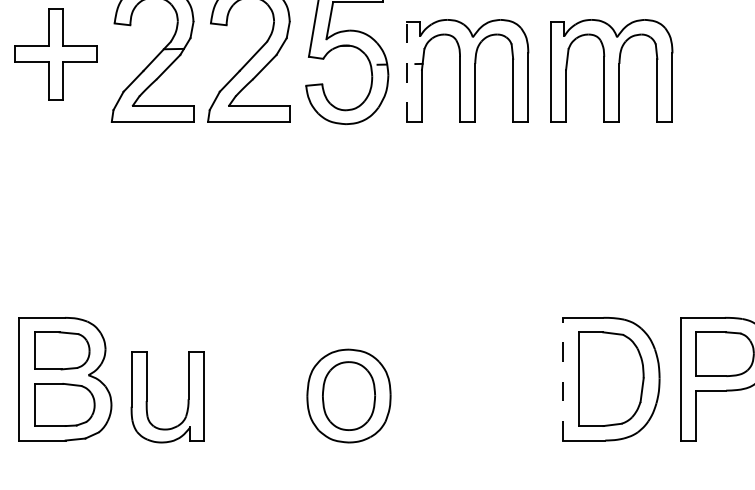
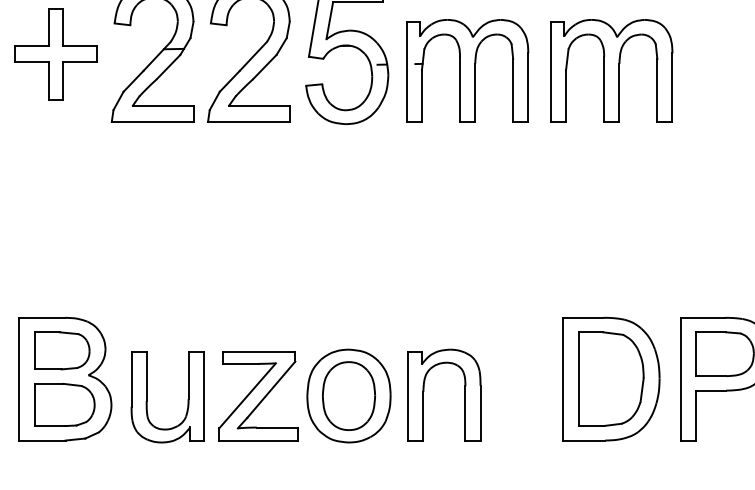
line at (406, 72): dashed -> solid
line at (563, 378): dashed -> solid
part at (464, 394): none -> present
part at (258, 396): none -> present
